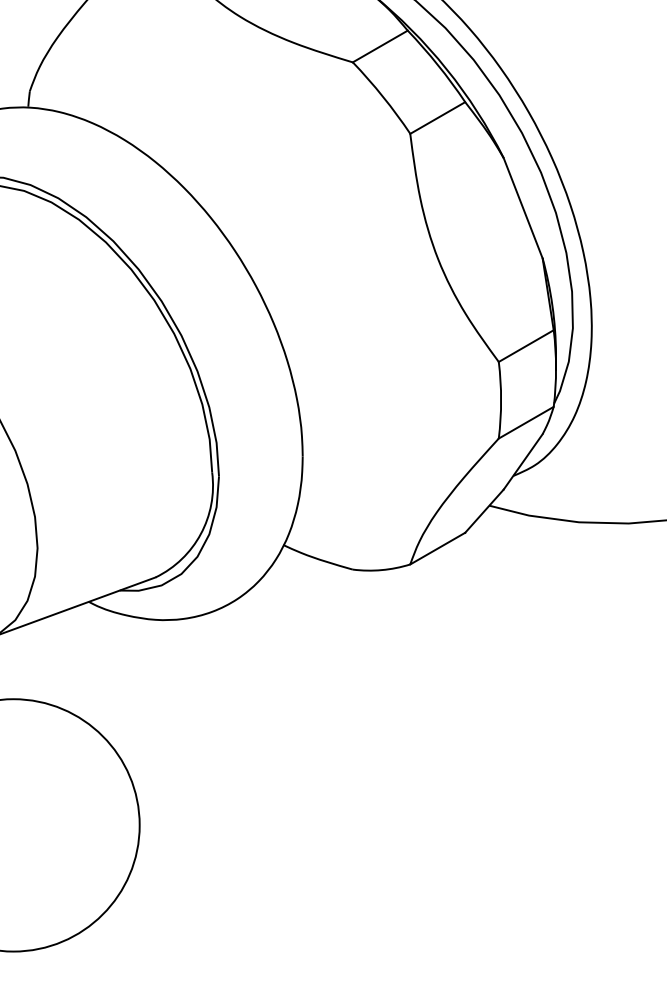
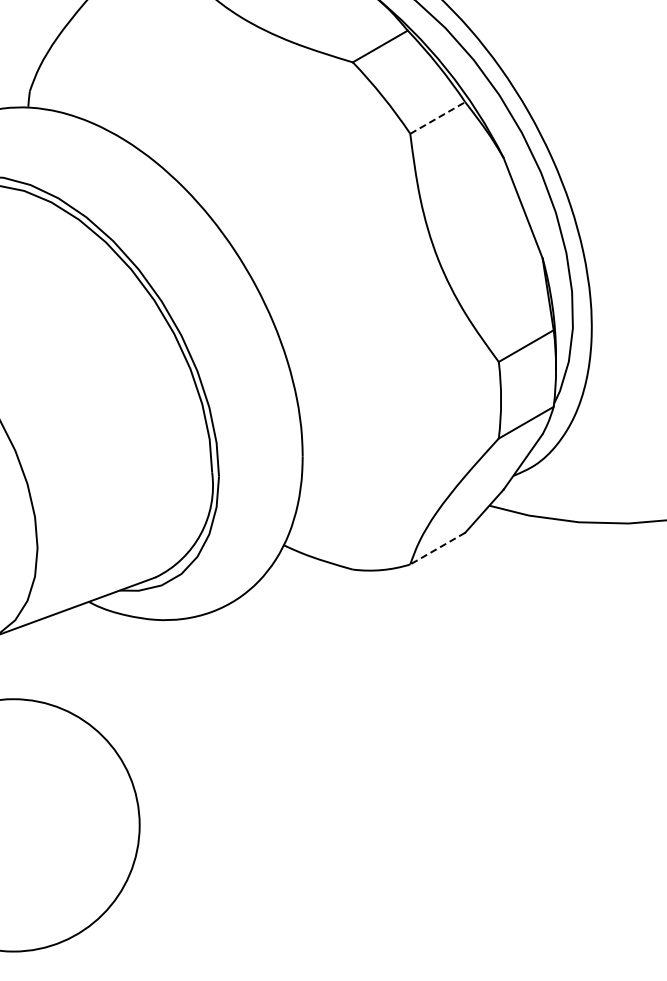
line at (437, 118): solid -> dashed
line at (437, 548): solid -> dashed
